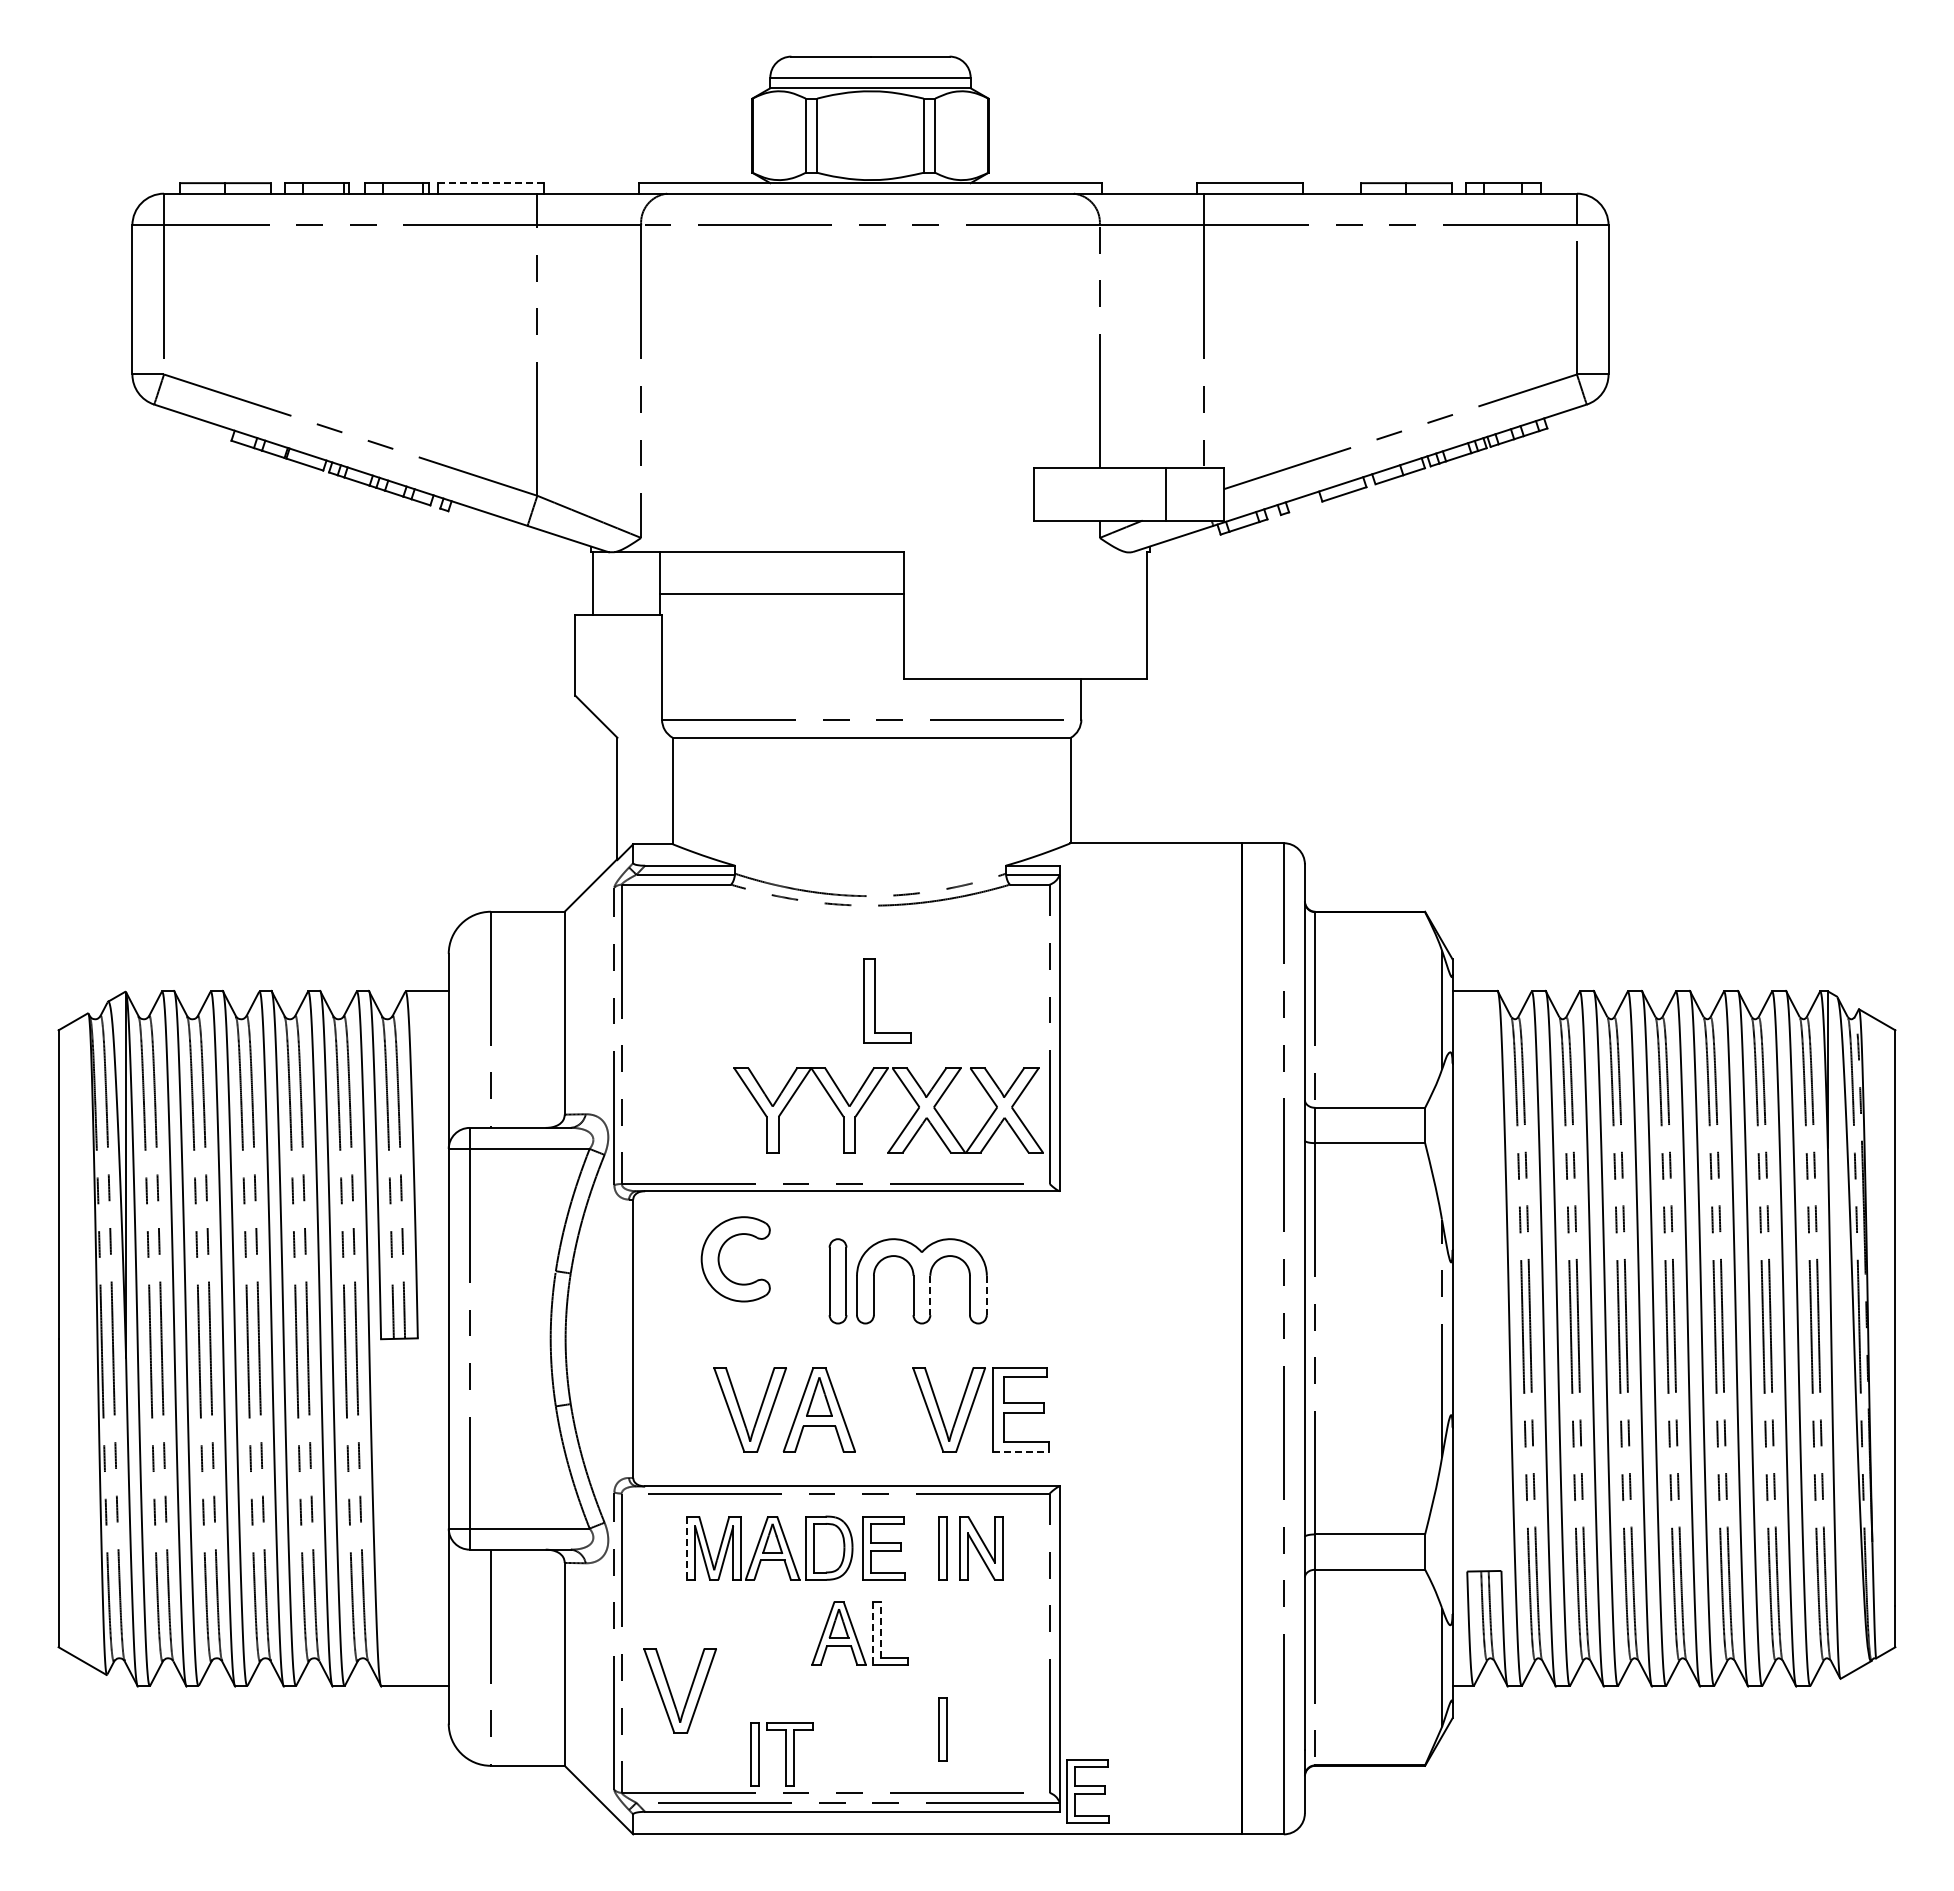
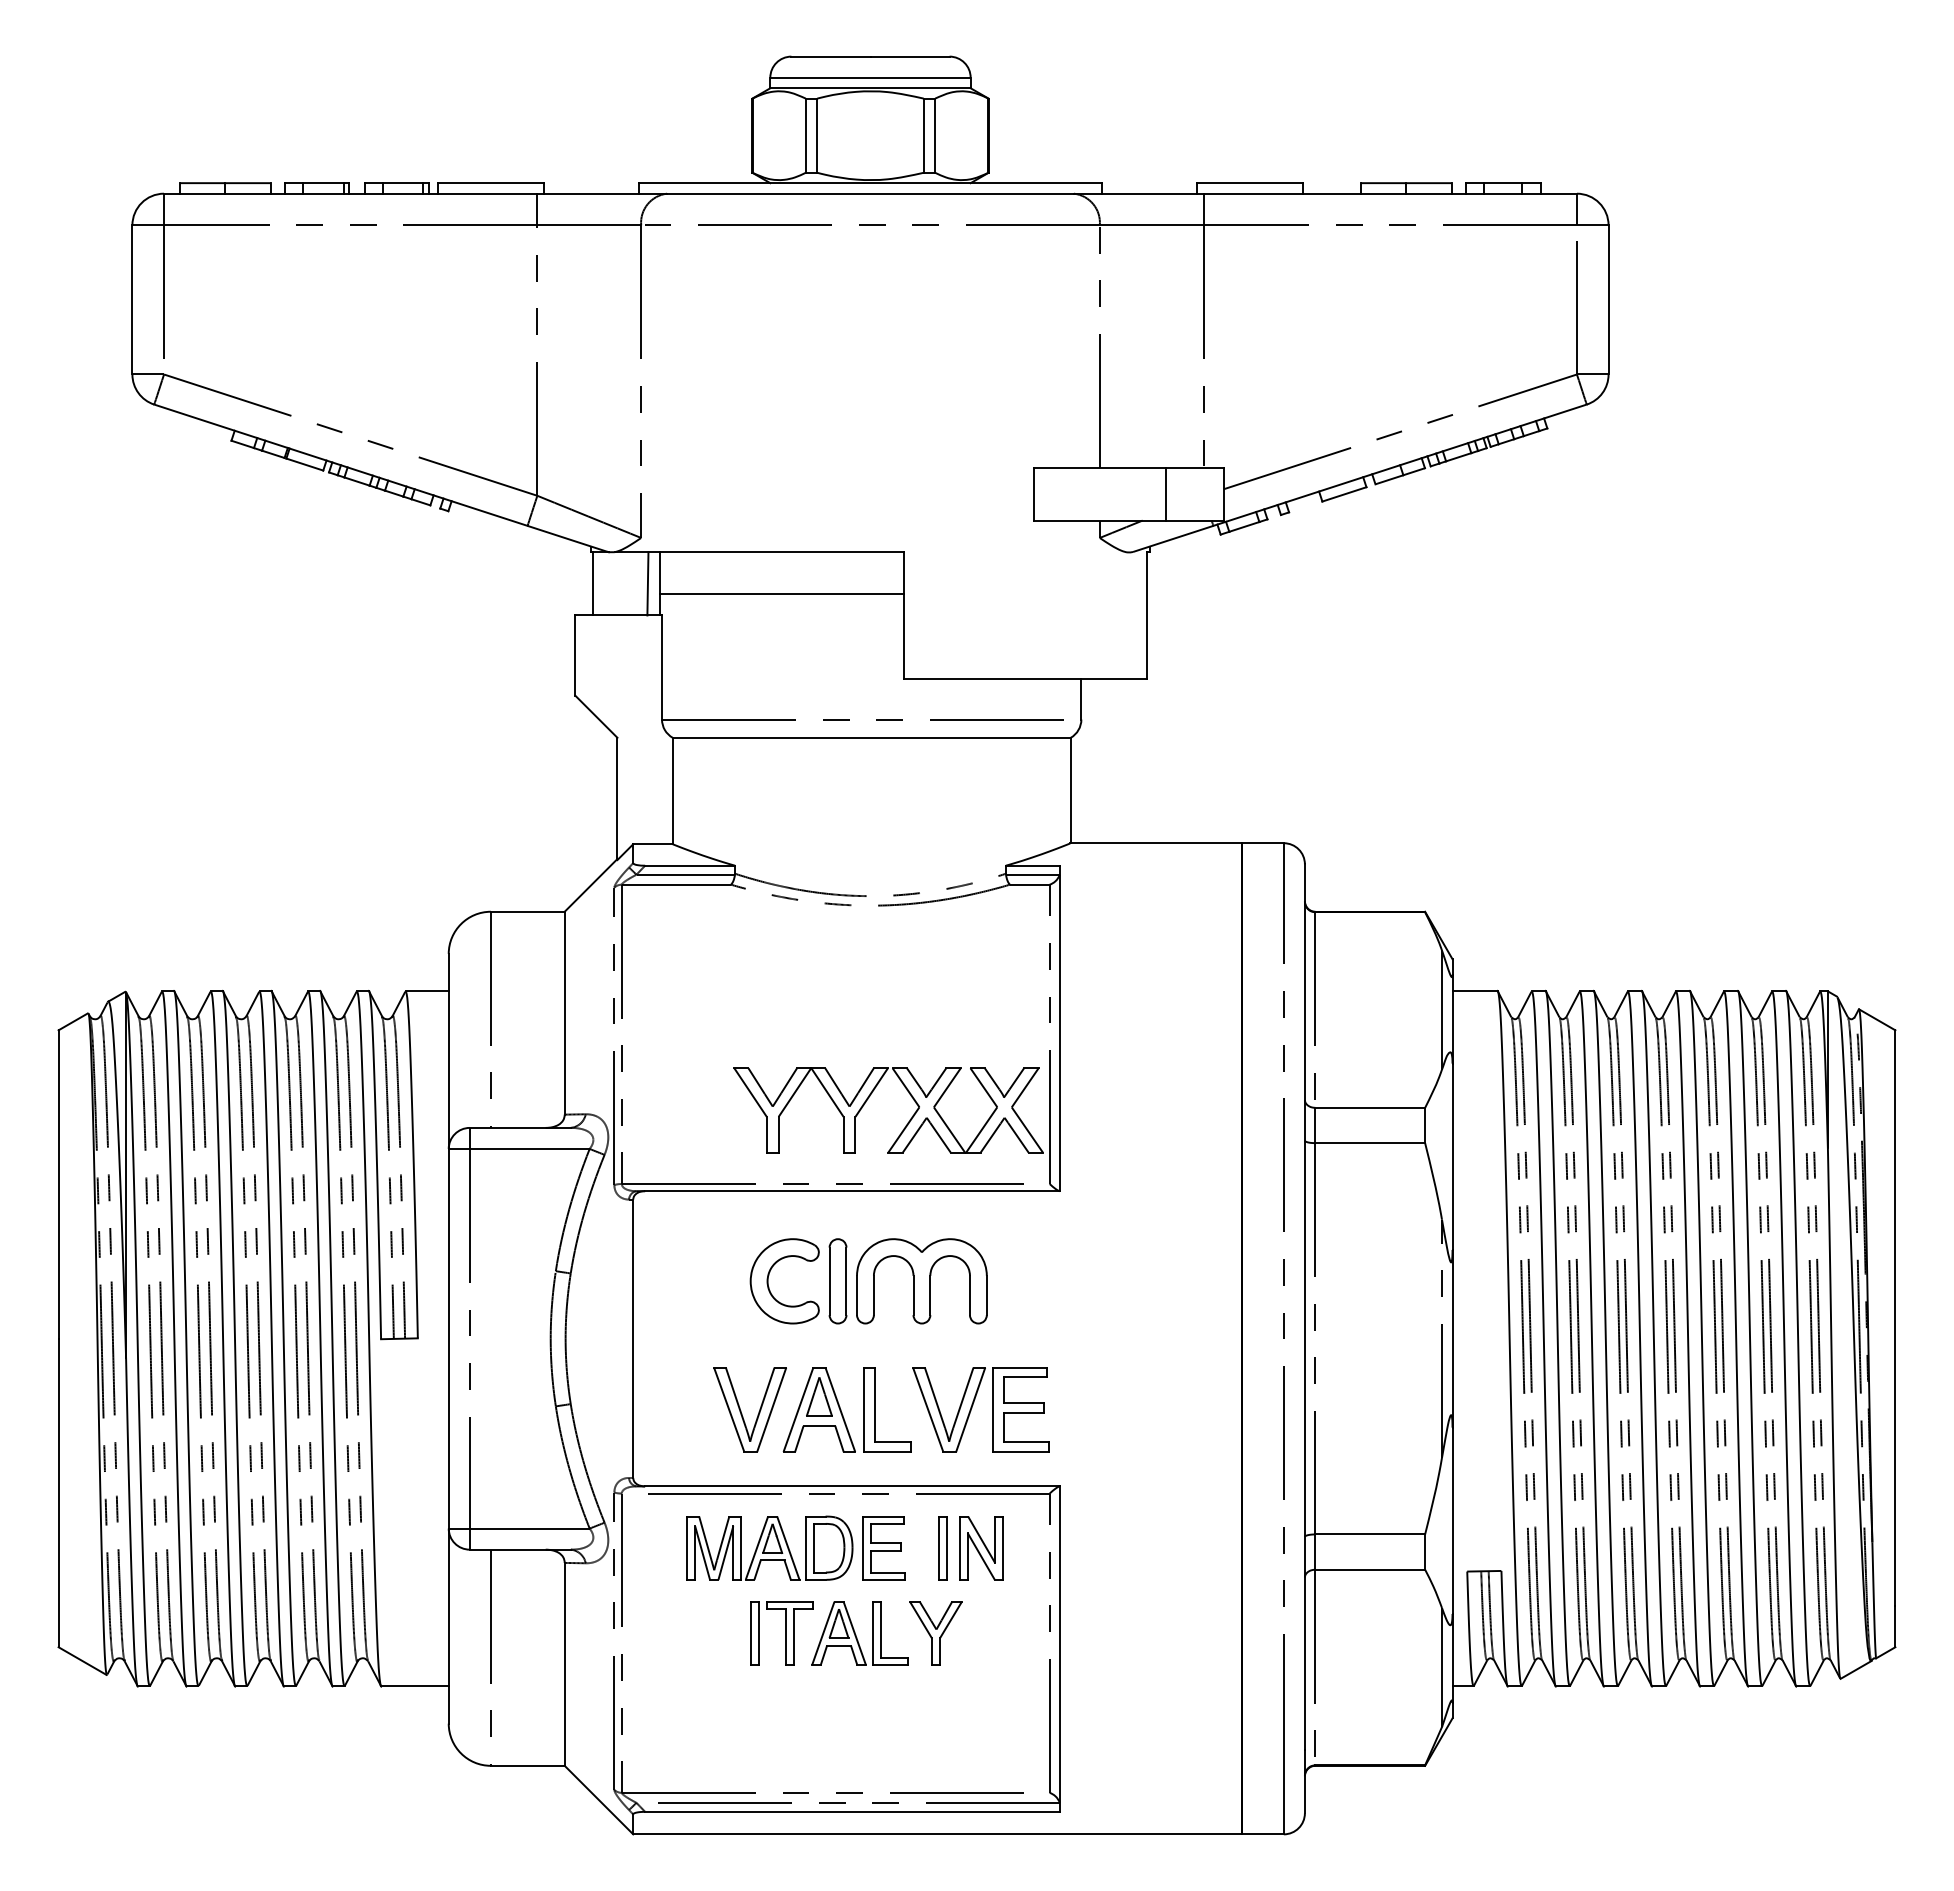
line at (490, 183): dashed -> solid
line at (647, 583): none -> present
part at (875, 1000) position: (875, 1000) -> (875, 1409)
part at (719, 1259) position: (719, 1259) -> (768, 1281)
line at (930, 1295): dashed -> solid
line at (986, 1295): dashed -> solid
line at (1021, 1452): dashed -> solid
line at (687, 1548): dashed -> solid
line at (880, 1629): dashed -> solid
line at (872, 1633): dashed -> solid
part at (935, 1633): none -> present
part at (671, 1691): present -> none
part at (942, 1729): present -> none
part at (781, 1754) position: (781, 1754) -> (781, 1633)
part at (1087, 1791): present -> none
